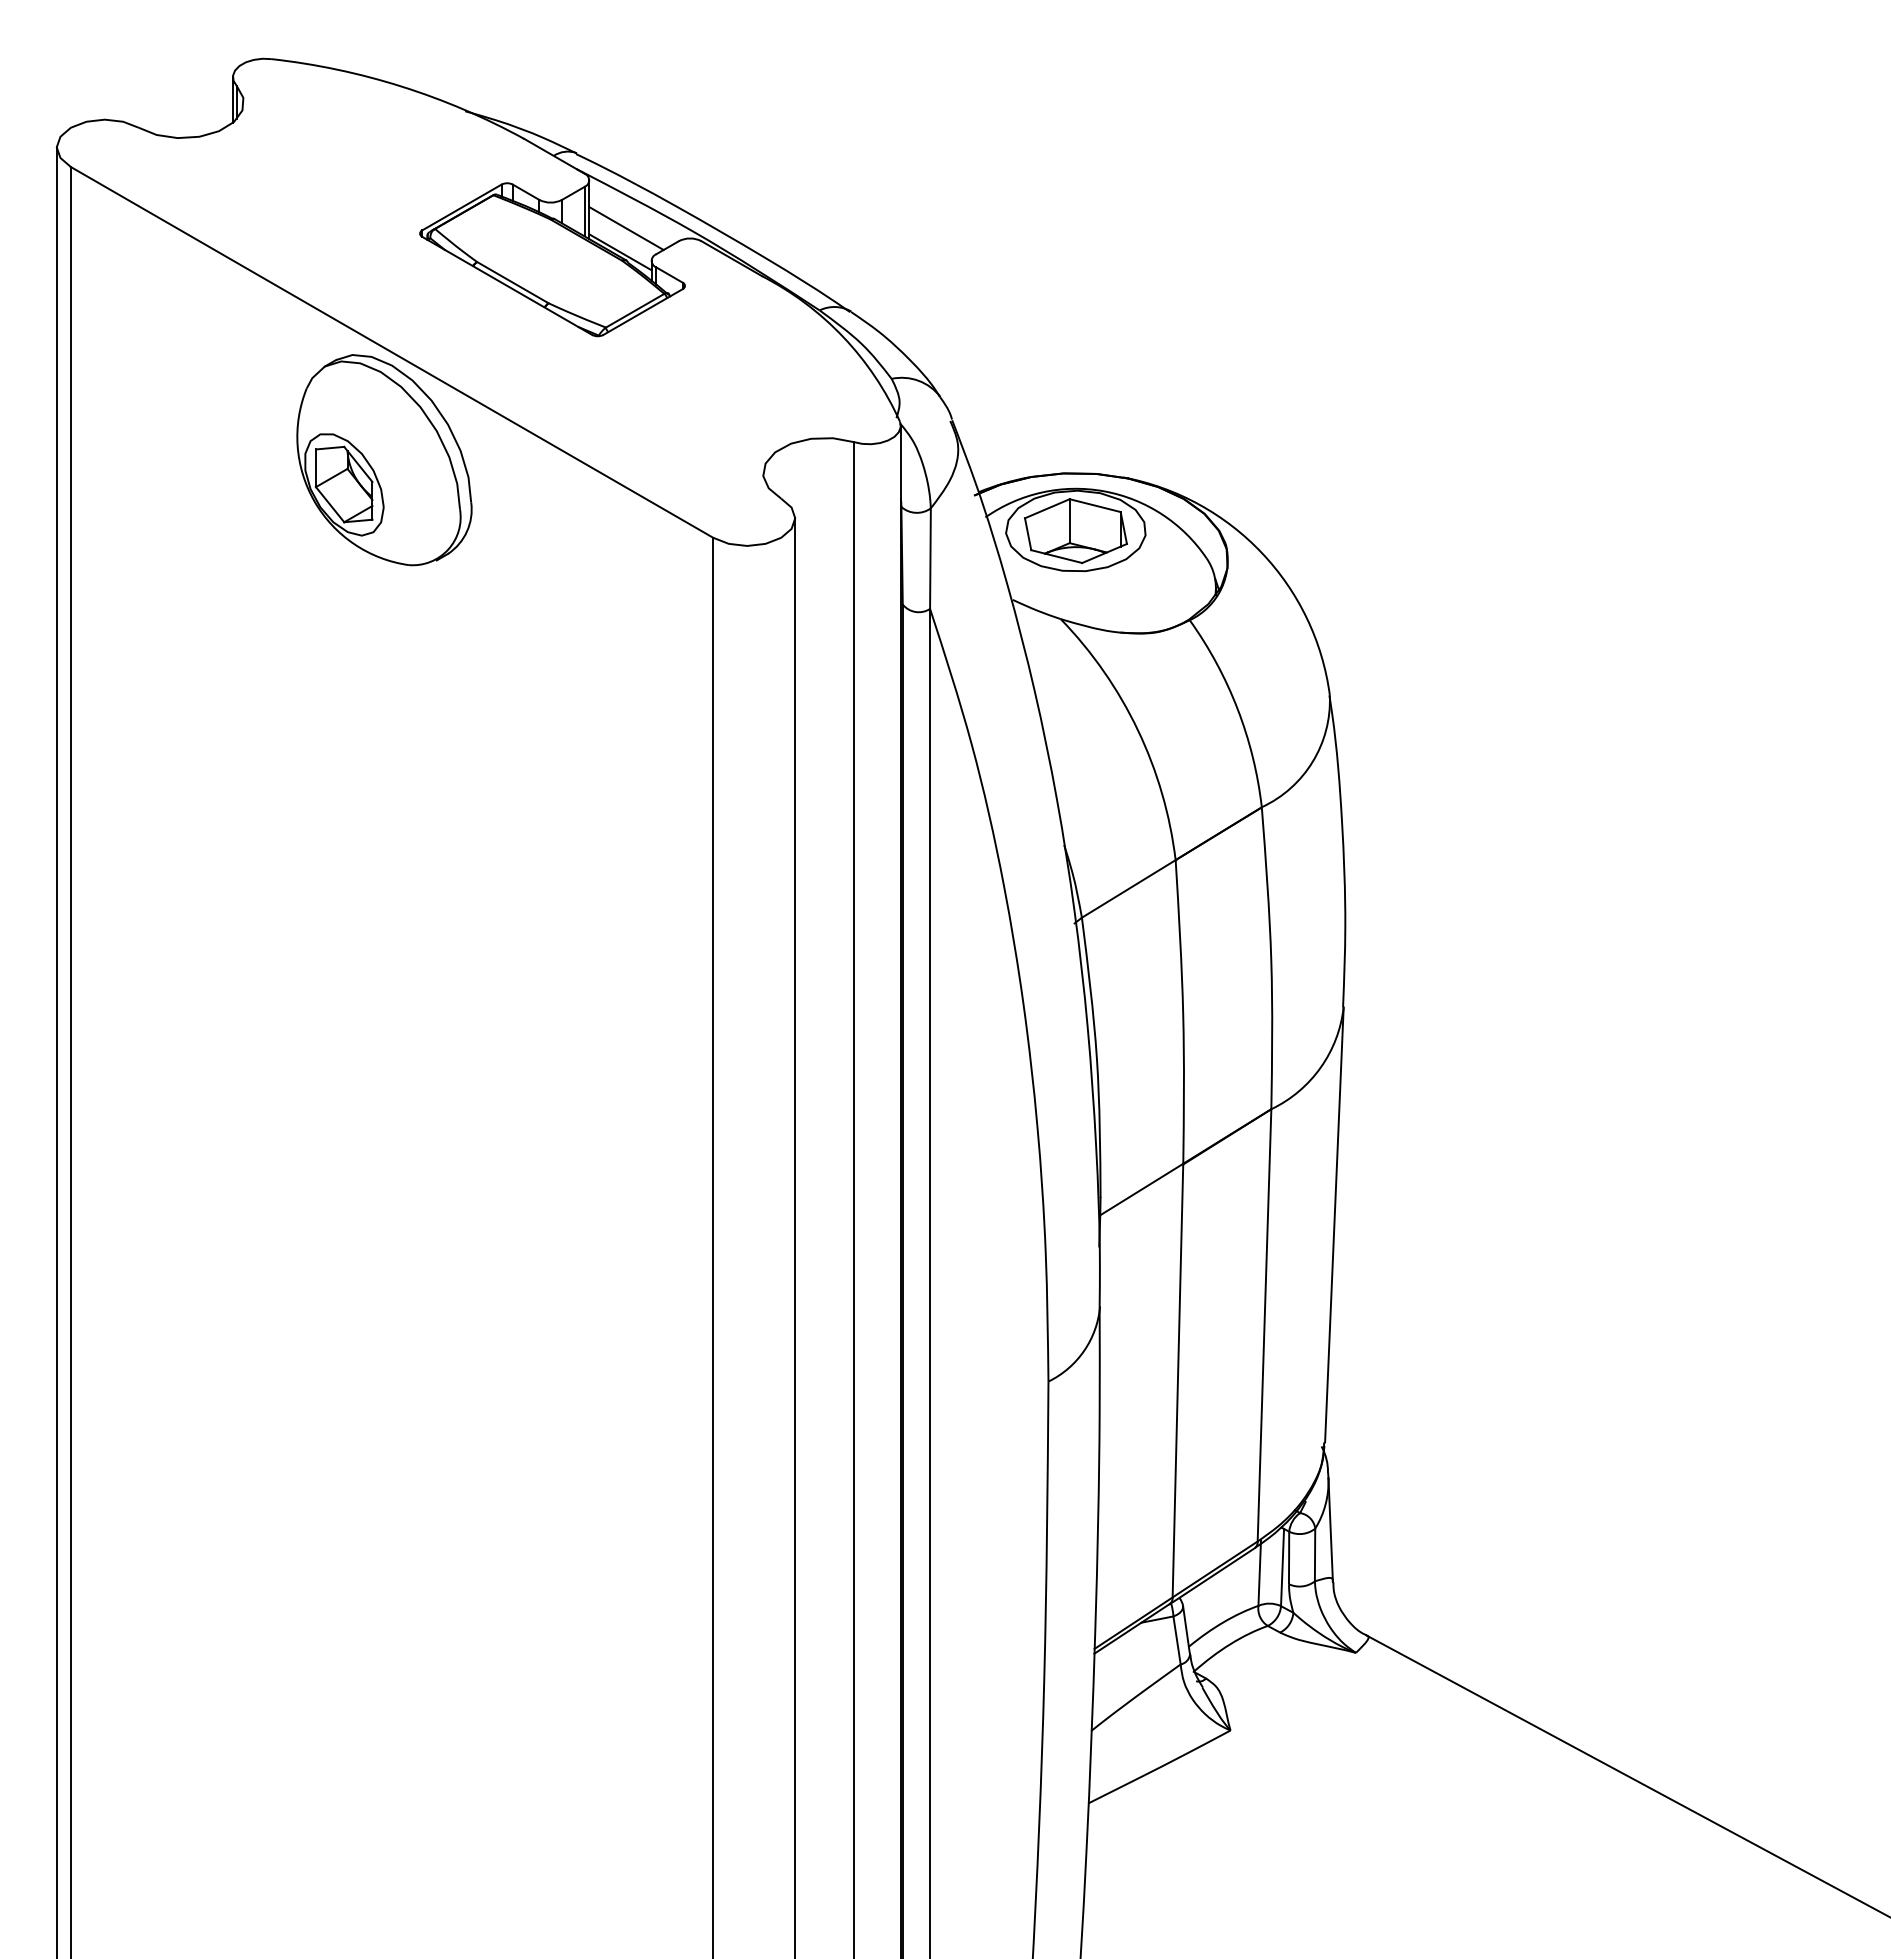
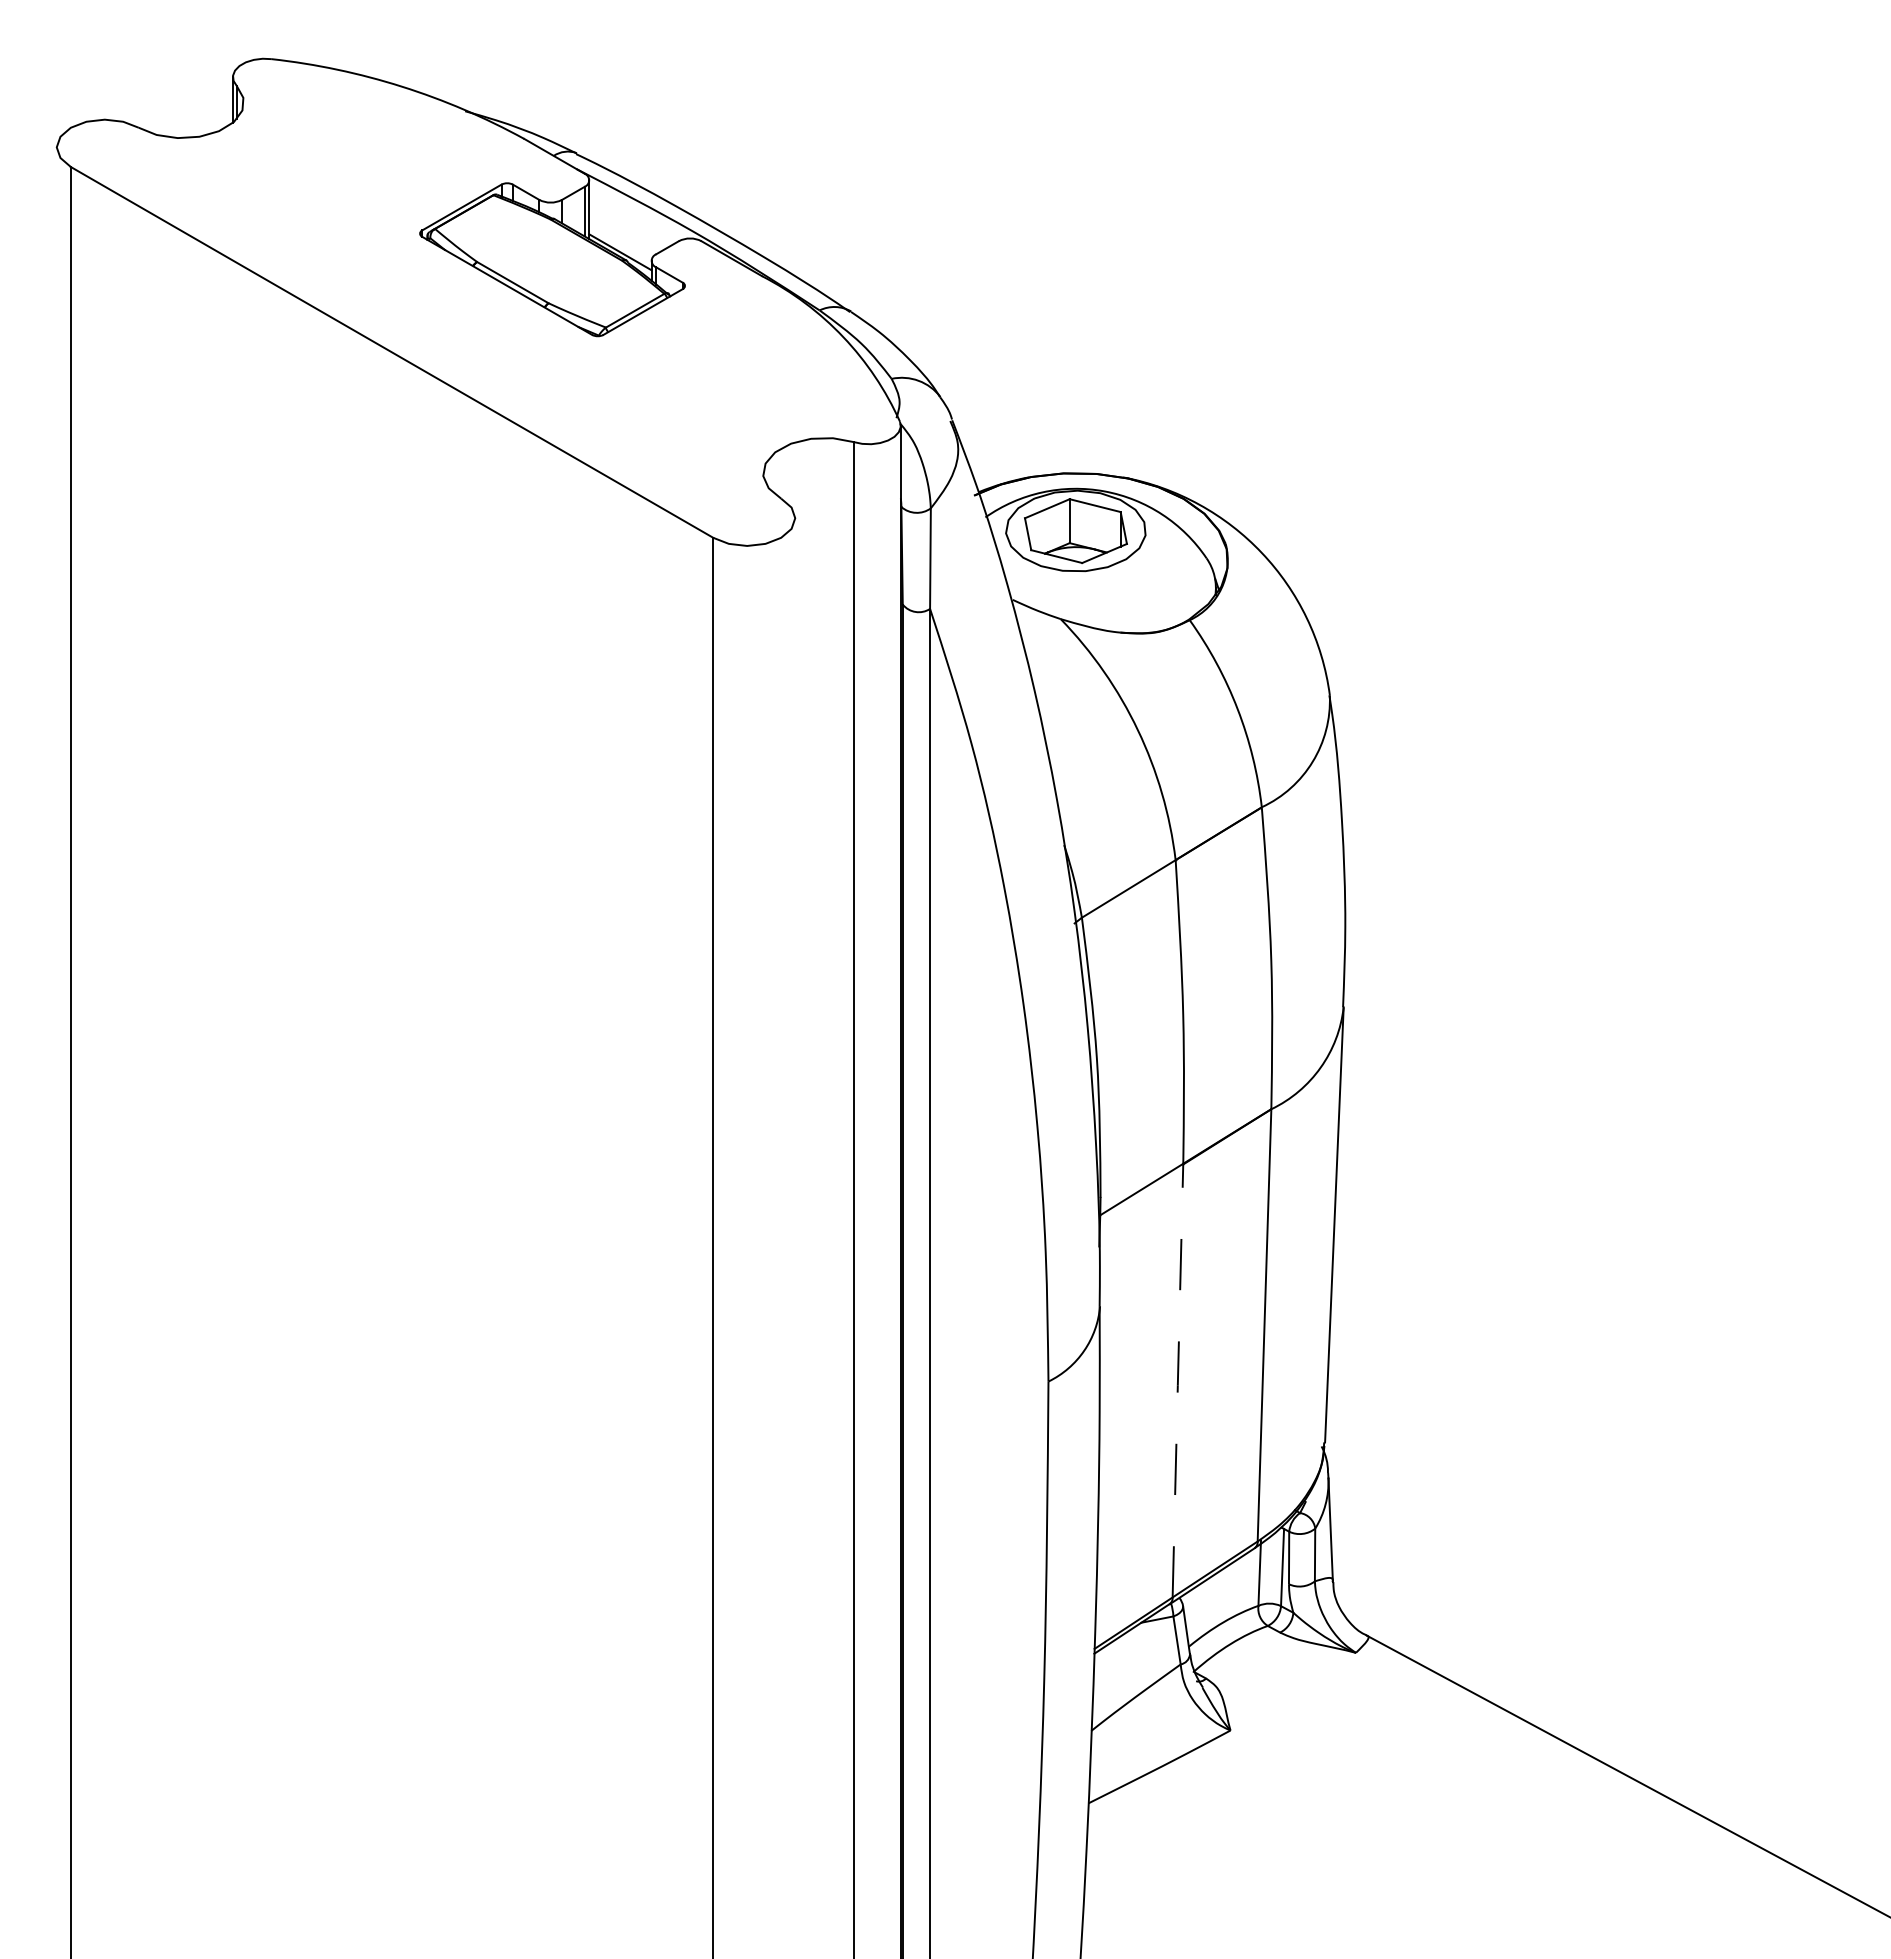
line at (626, 228): present -> none
part at (384, 460): present -> none
line at (56, 1051): present -> none
line at (795, 1236): present -> none
line at (1177, 1380): solid -> dashed
